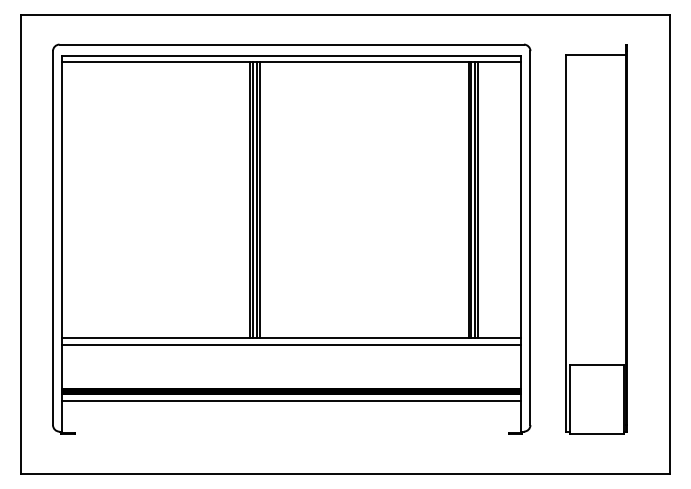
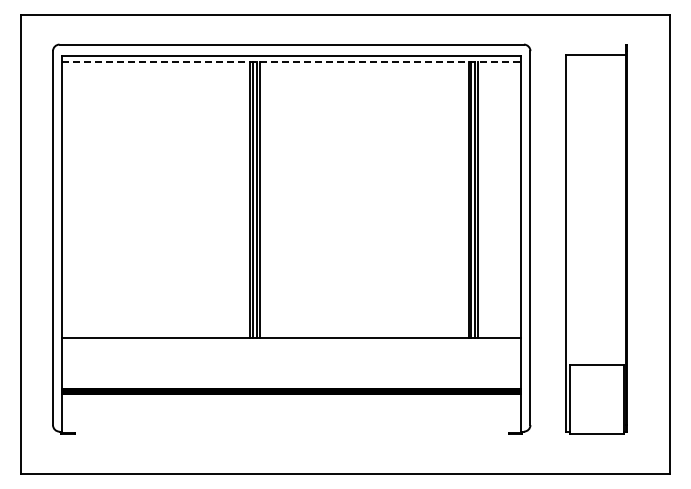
line at (292, 62): solid -> dashed
line at (291, 344): present -> none
line at (291, 401): present -> none
